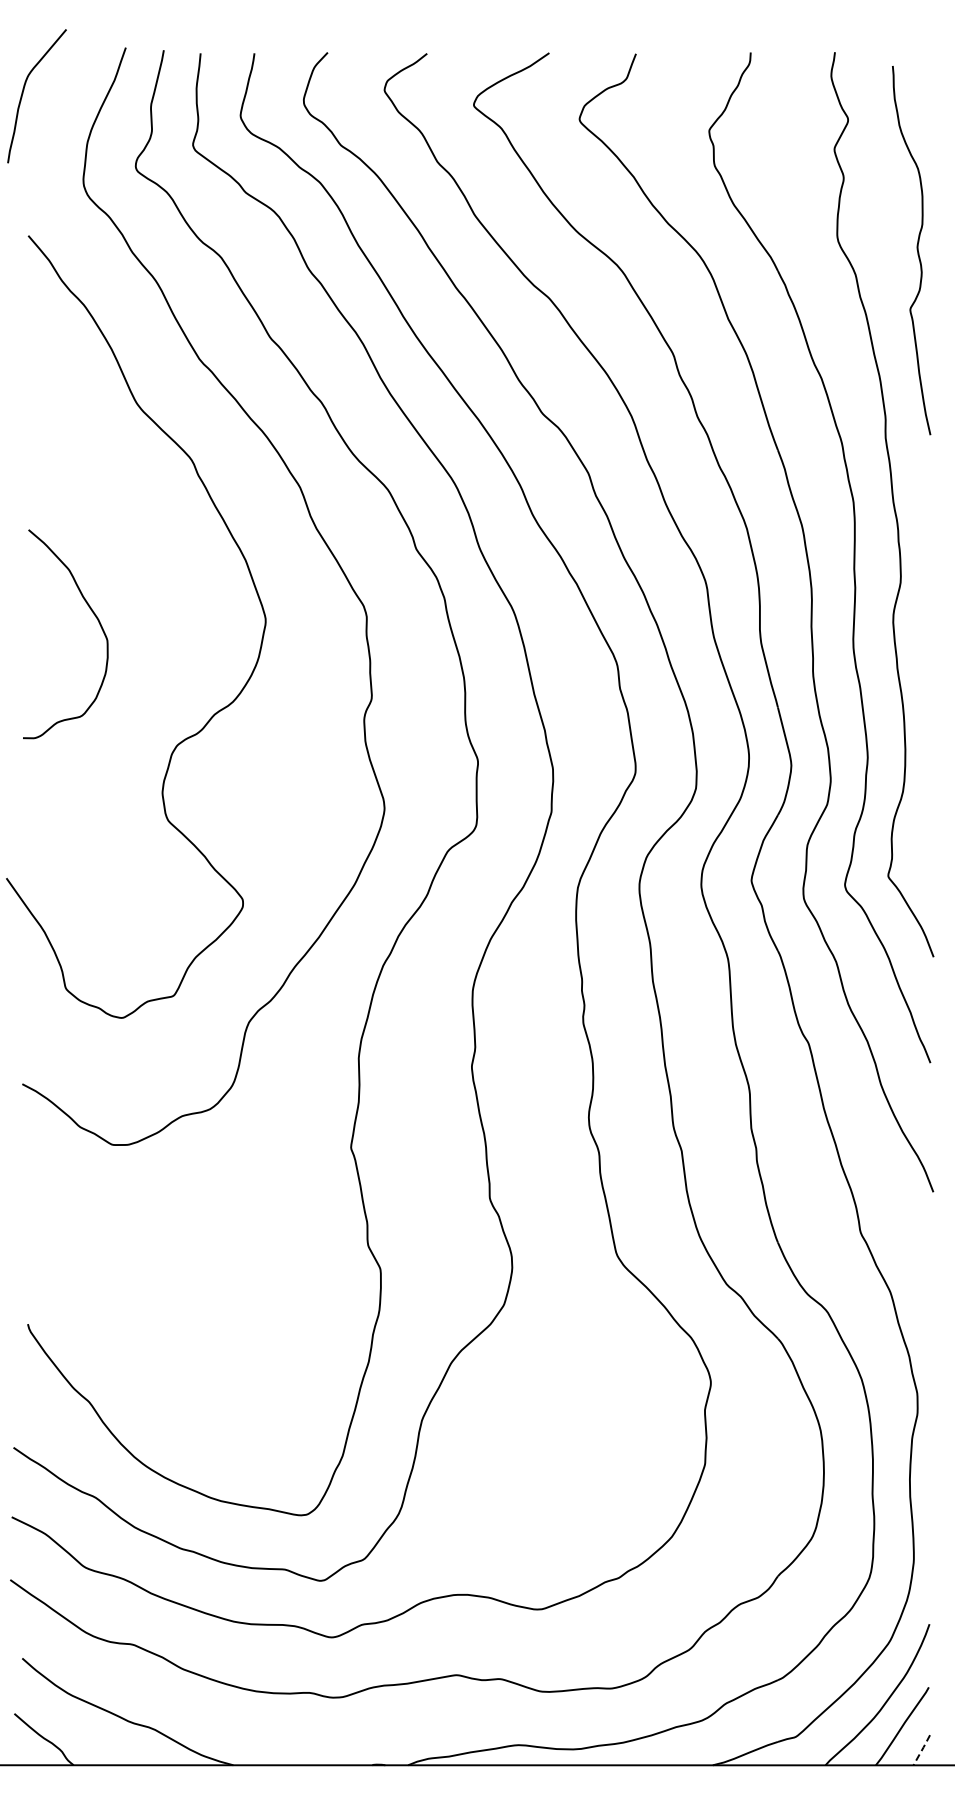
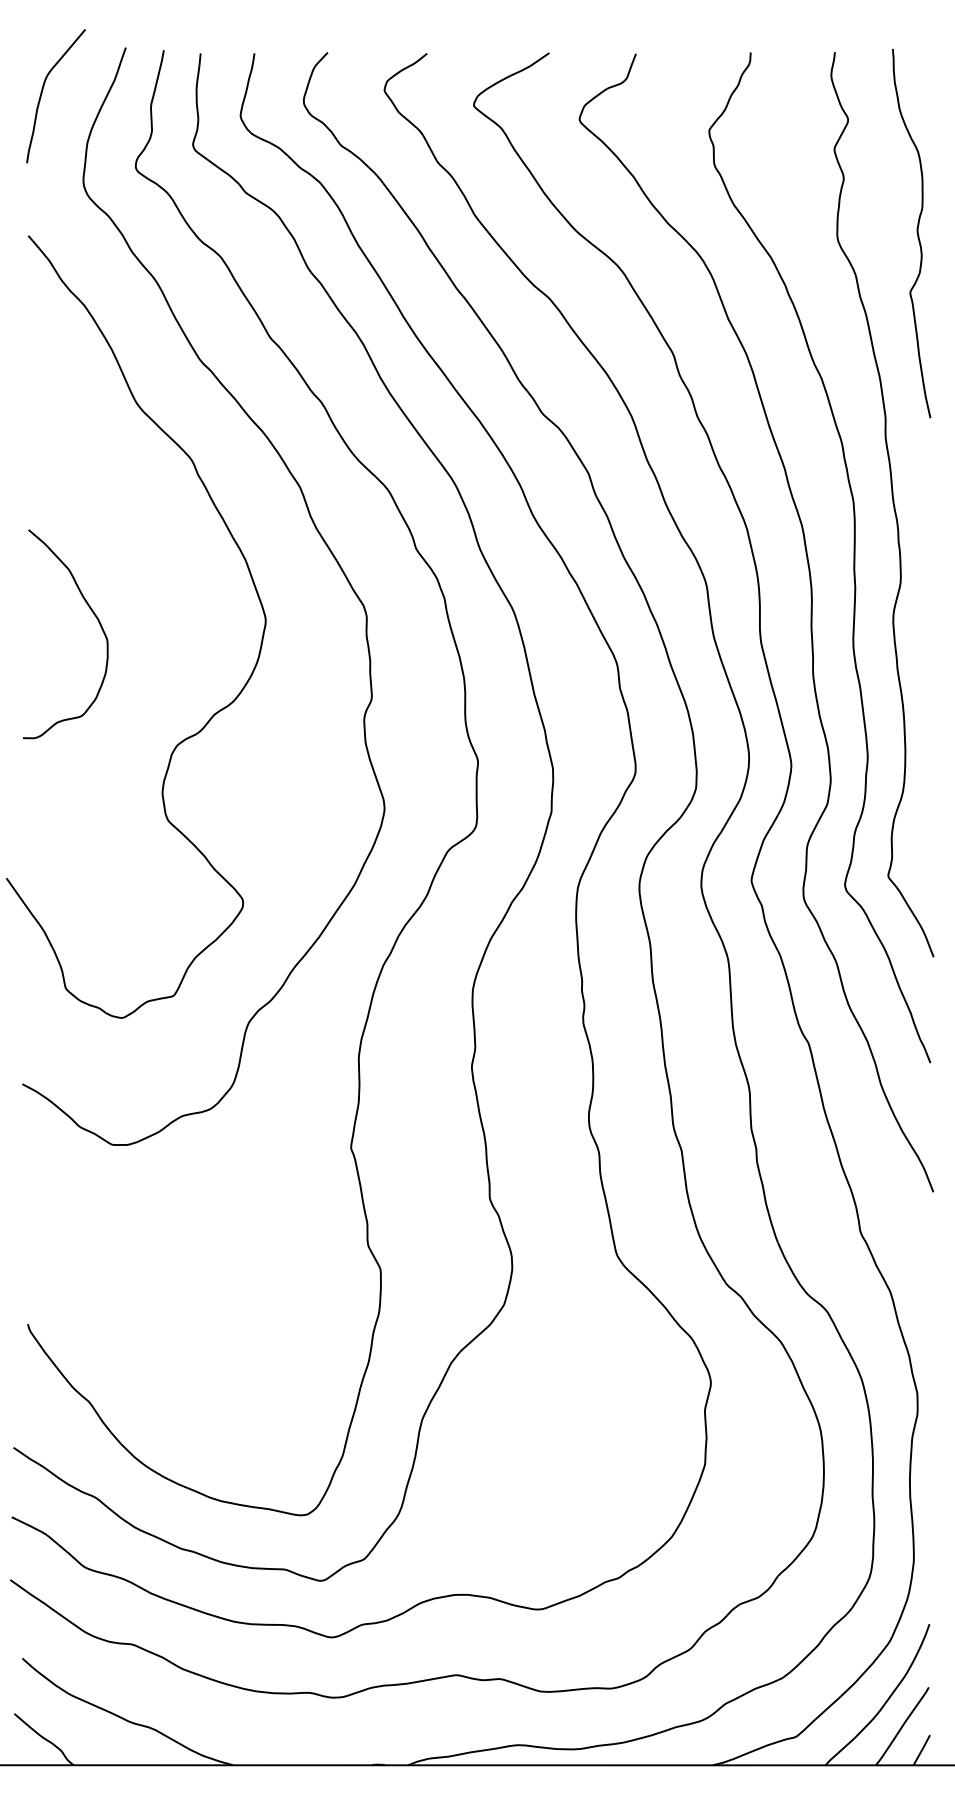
curve at (23, 94) position: (23, 94) -> (42, 94)
curve at (916, 249) position: (916, 249) -> (916, 232)
line at (921, 1750): dashed -> solid
